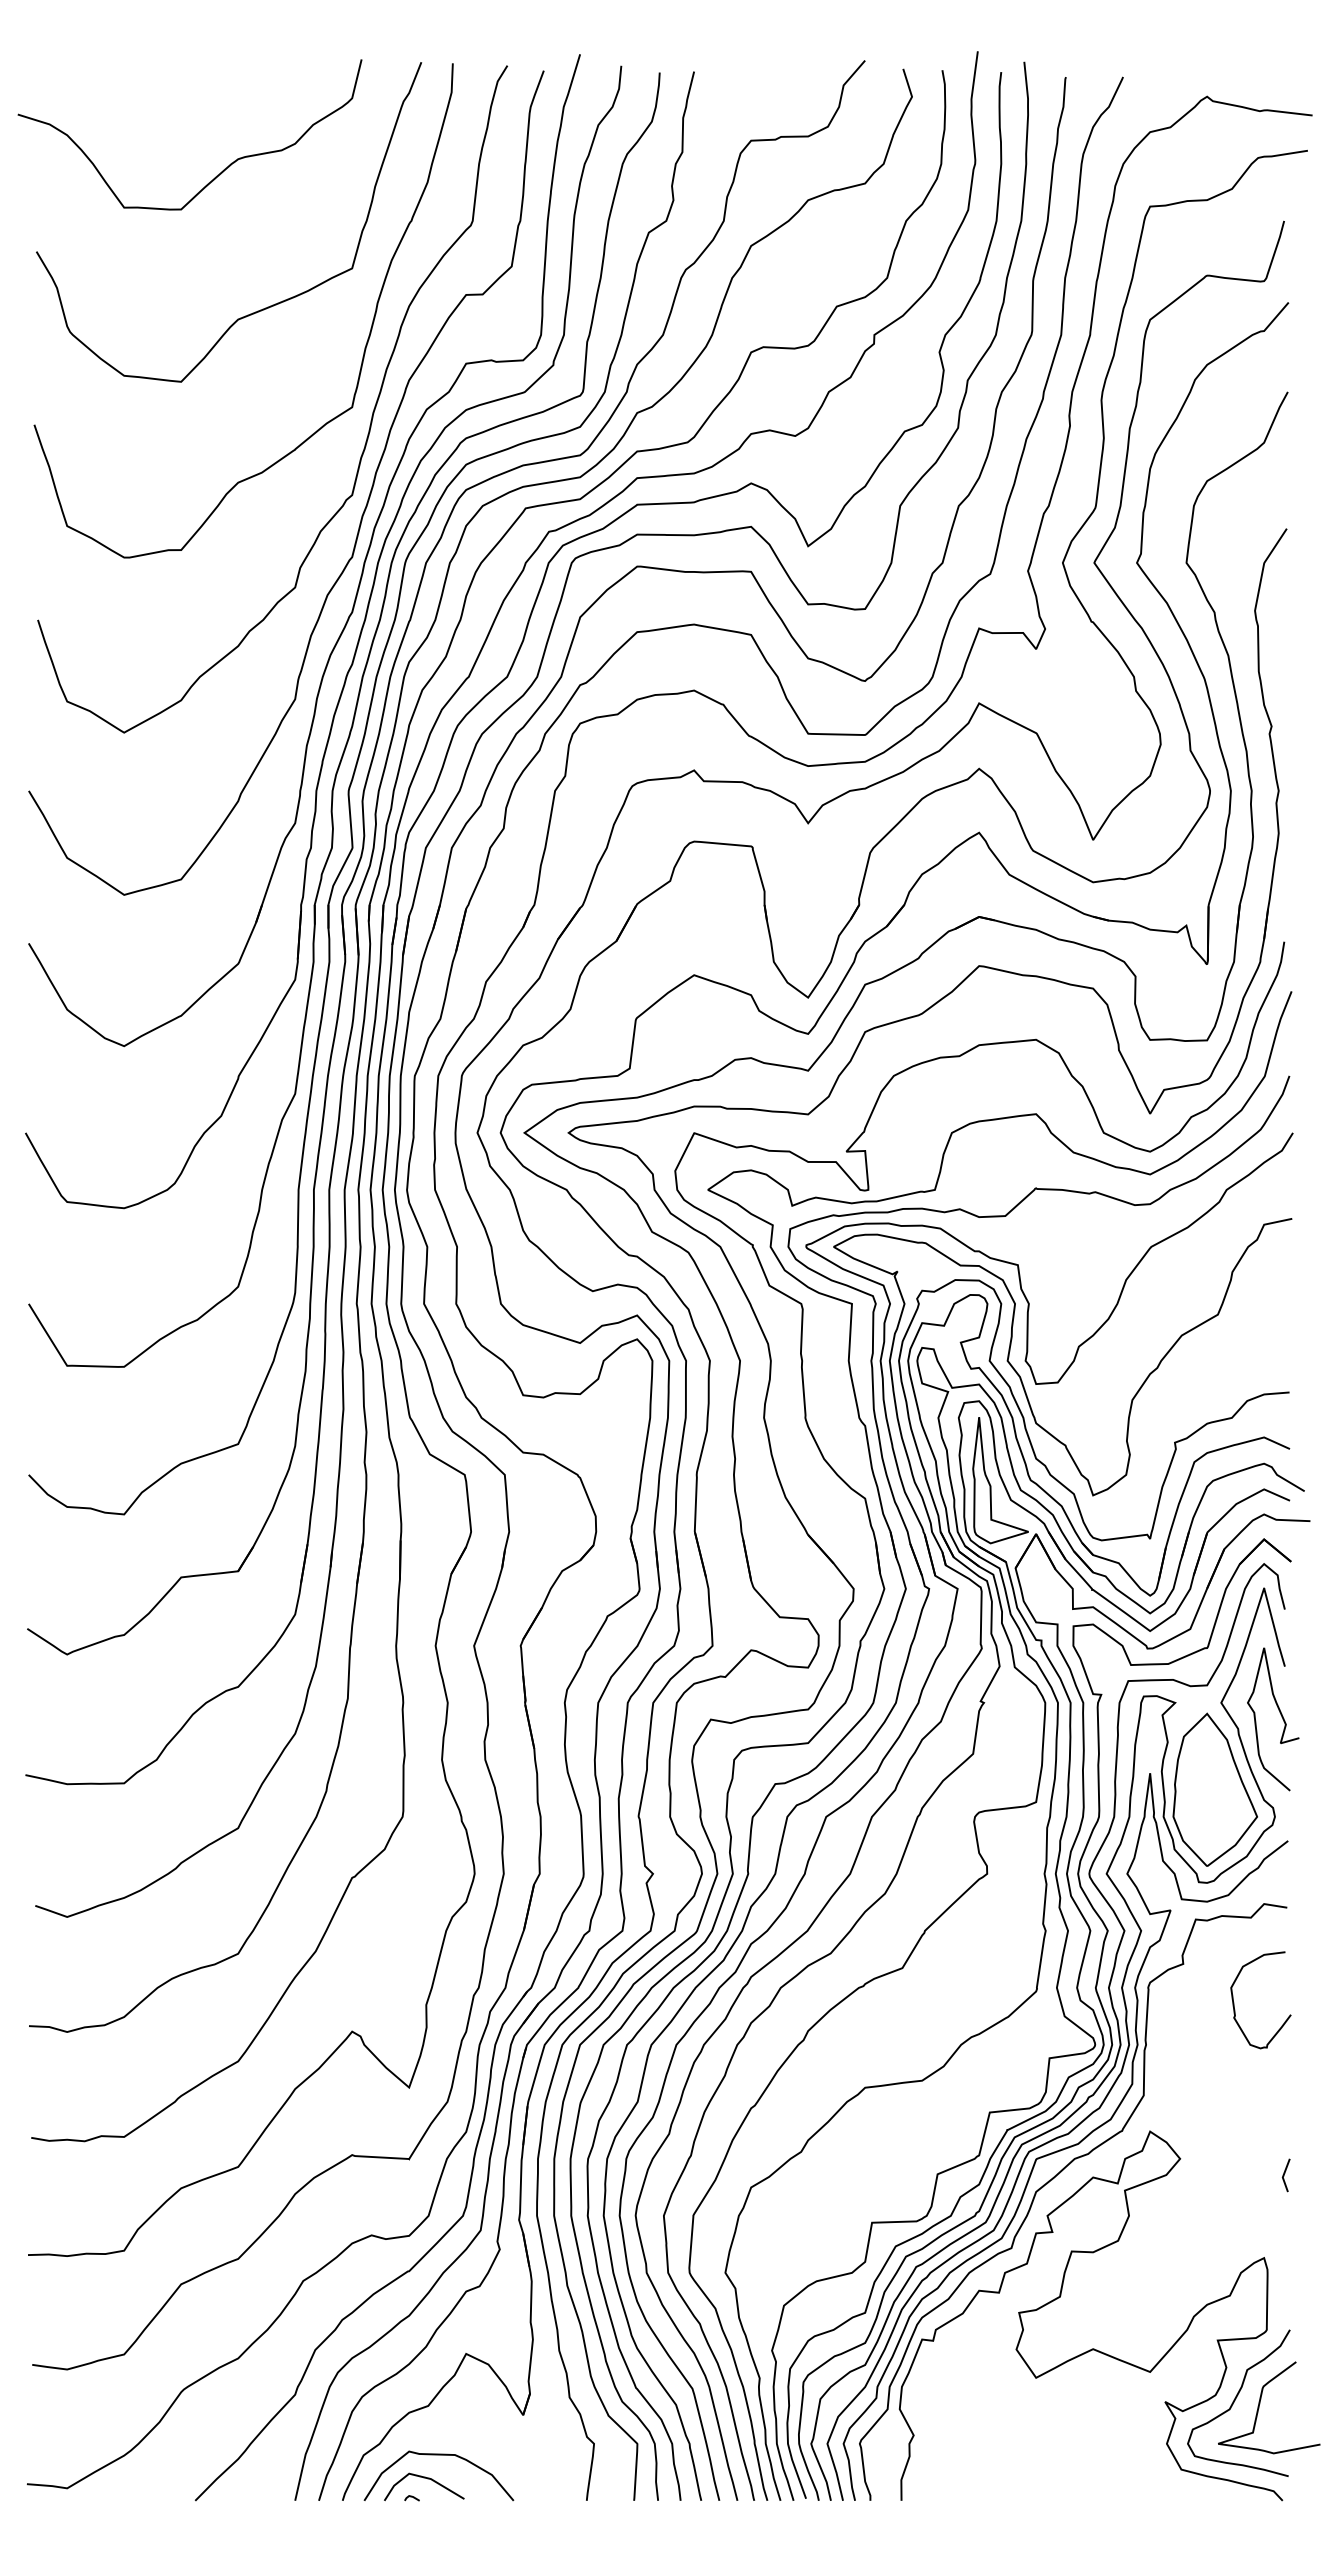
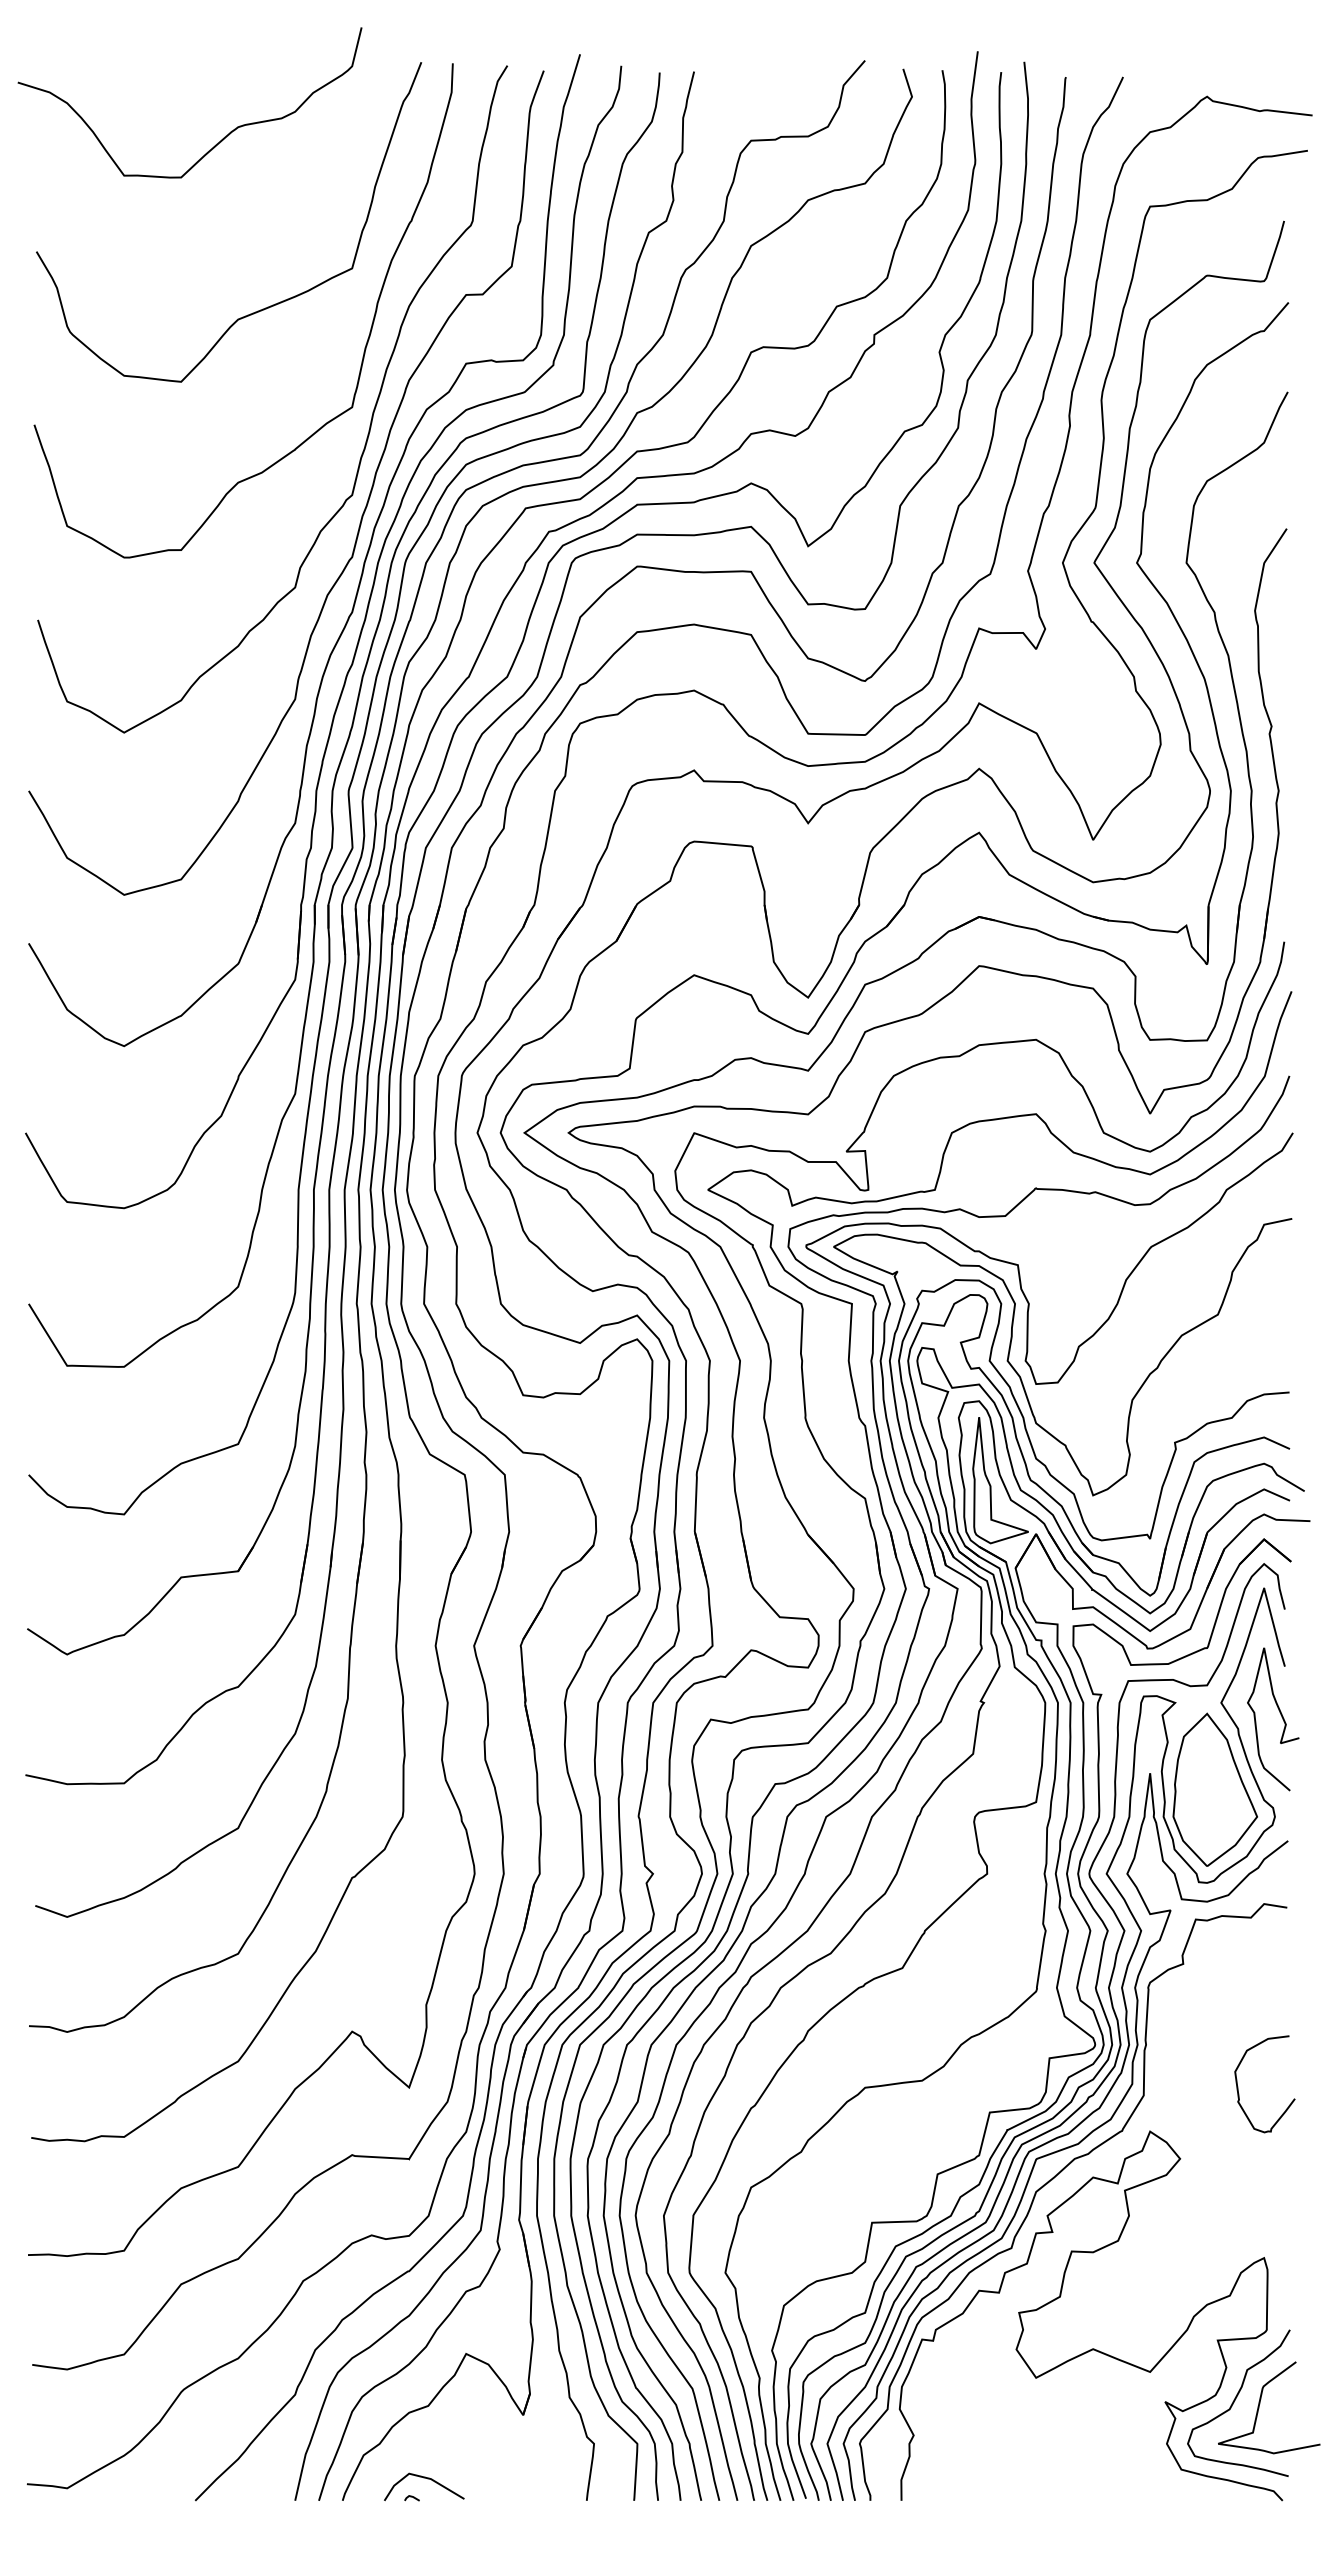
curve at (224, 168) position: (224, 168) -> (224, 136)
curve at (1234, 2002) position: (1234, 2002) -> (1238, 2086)
line at (1284, 2175): present -> none
curve at (438, 2455): present -> none
